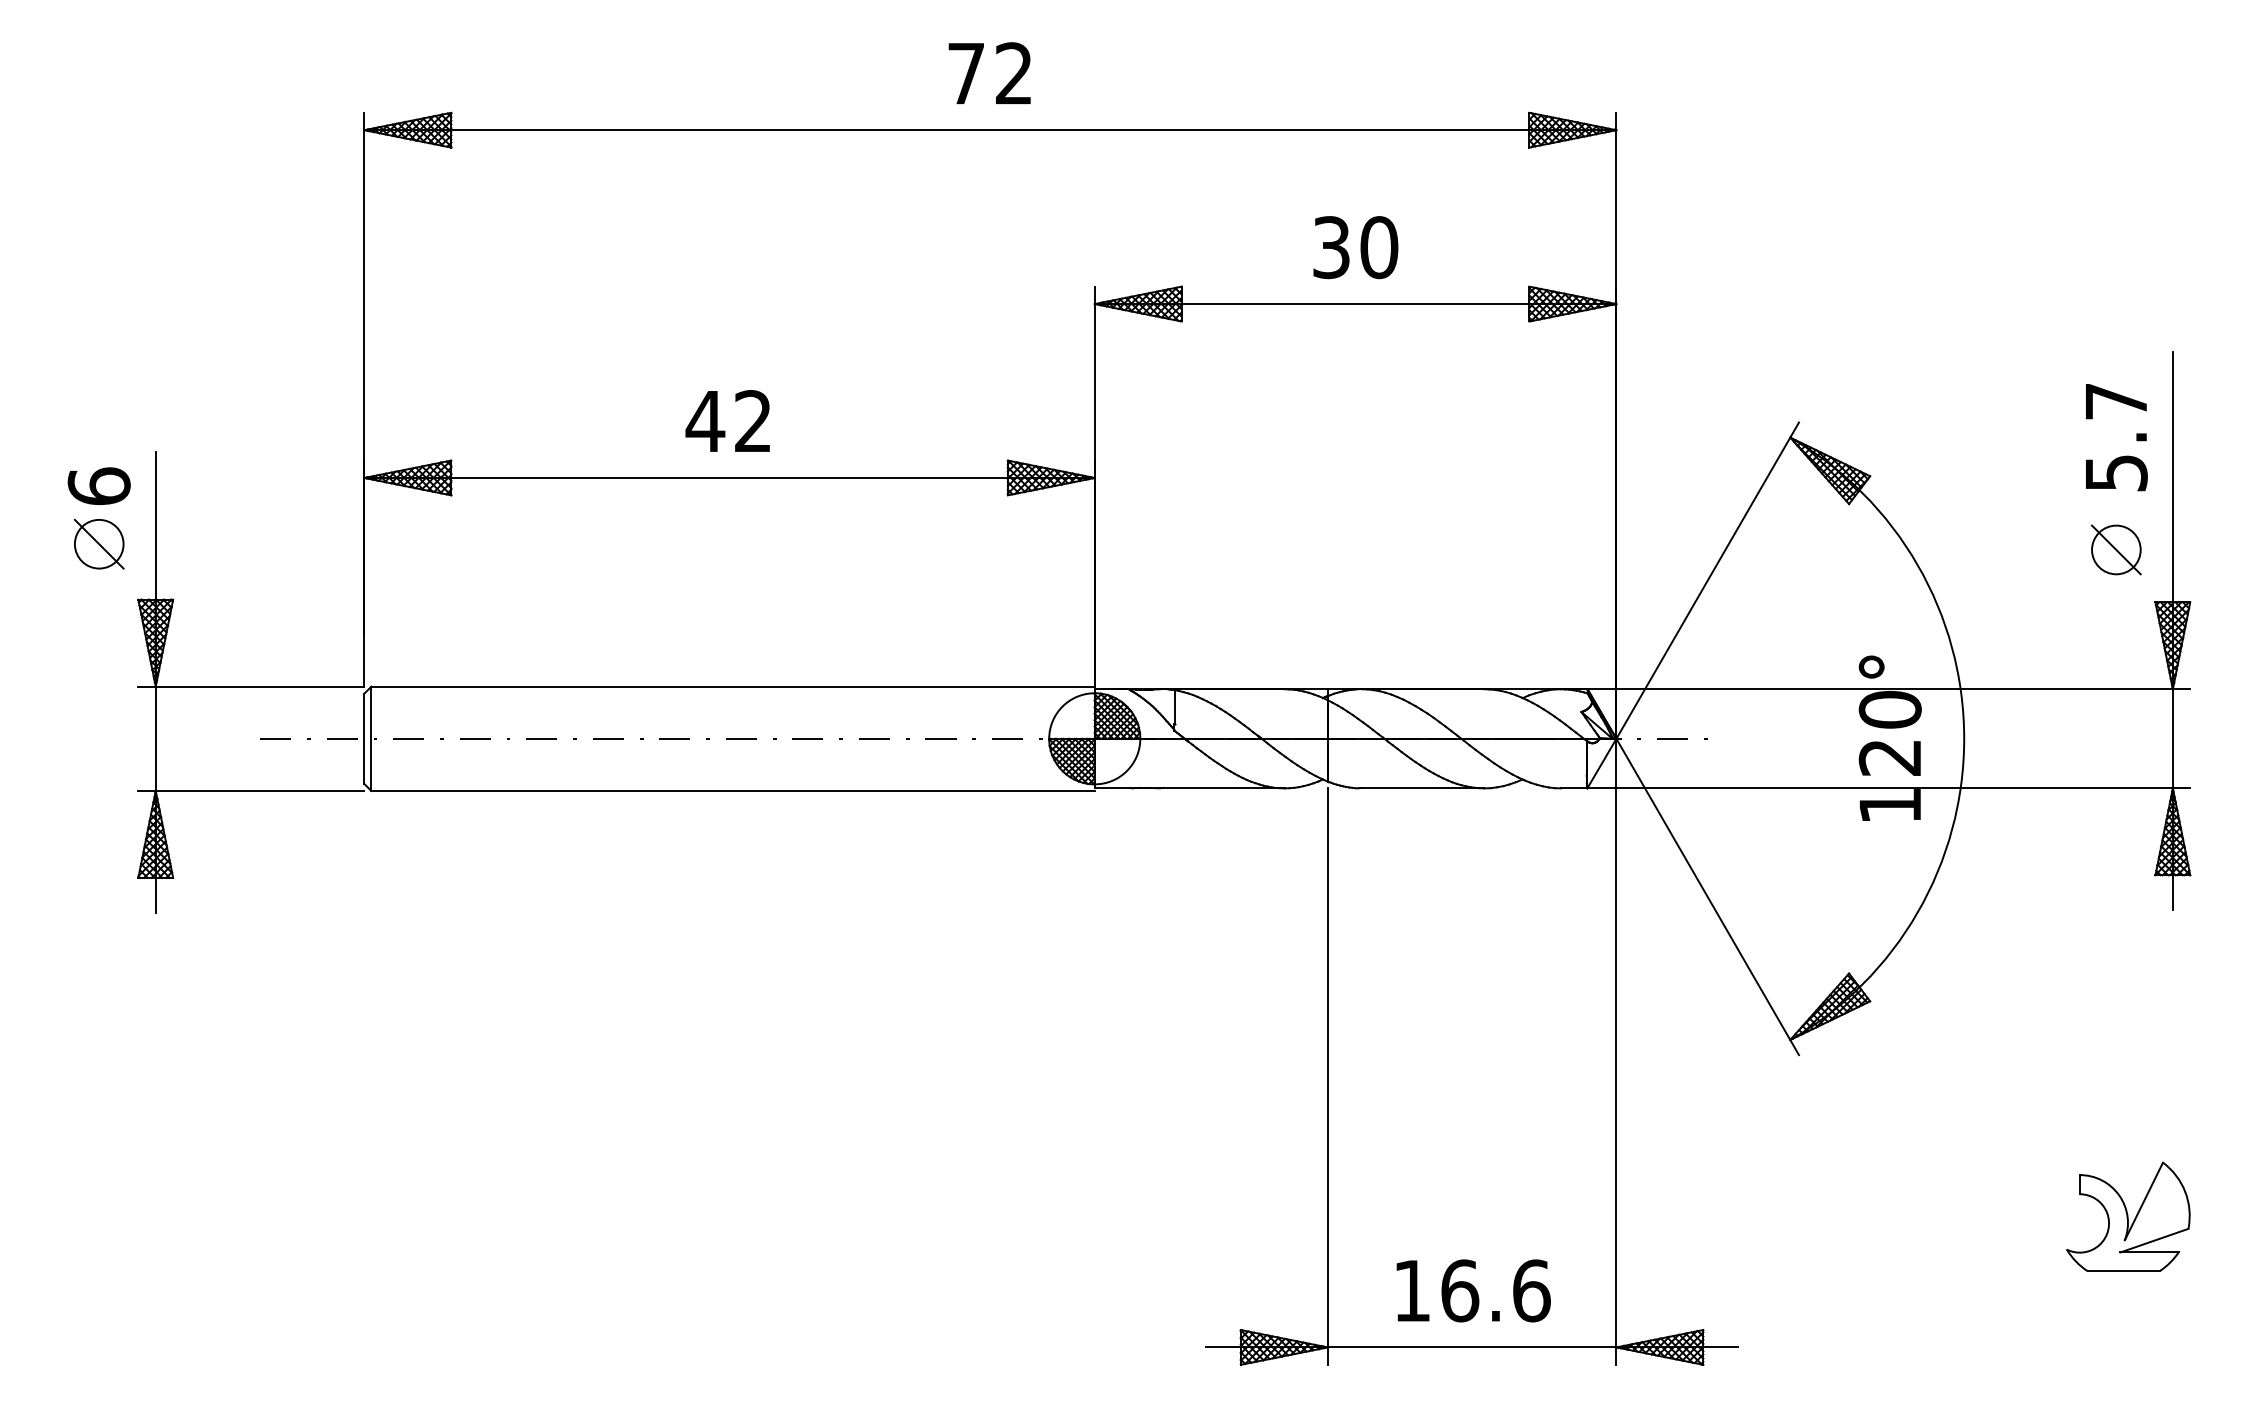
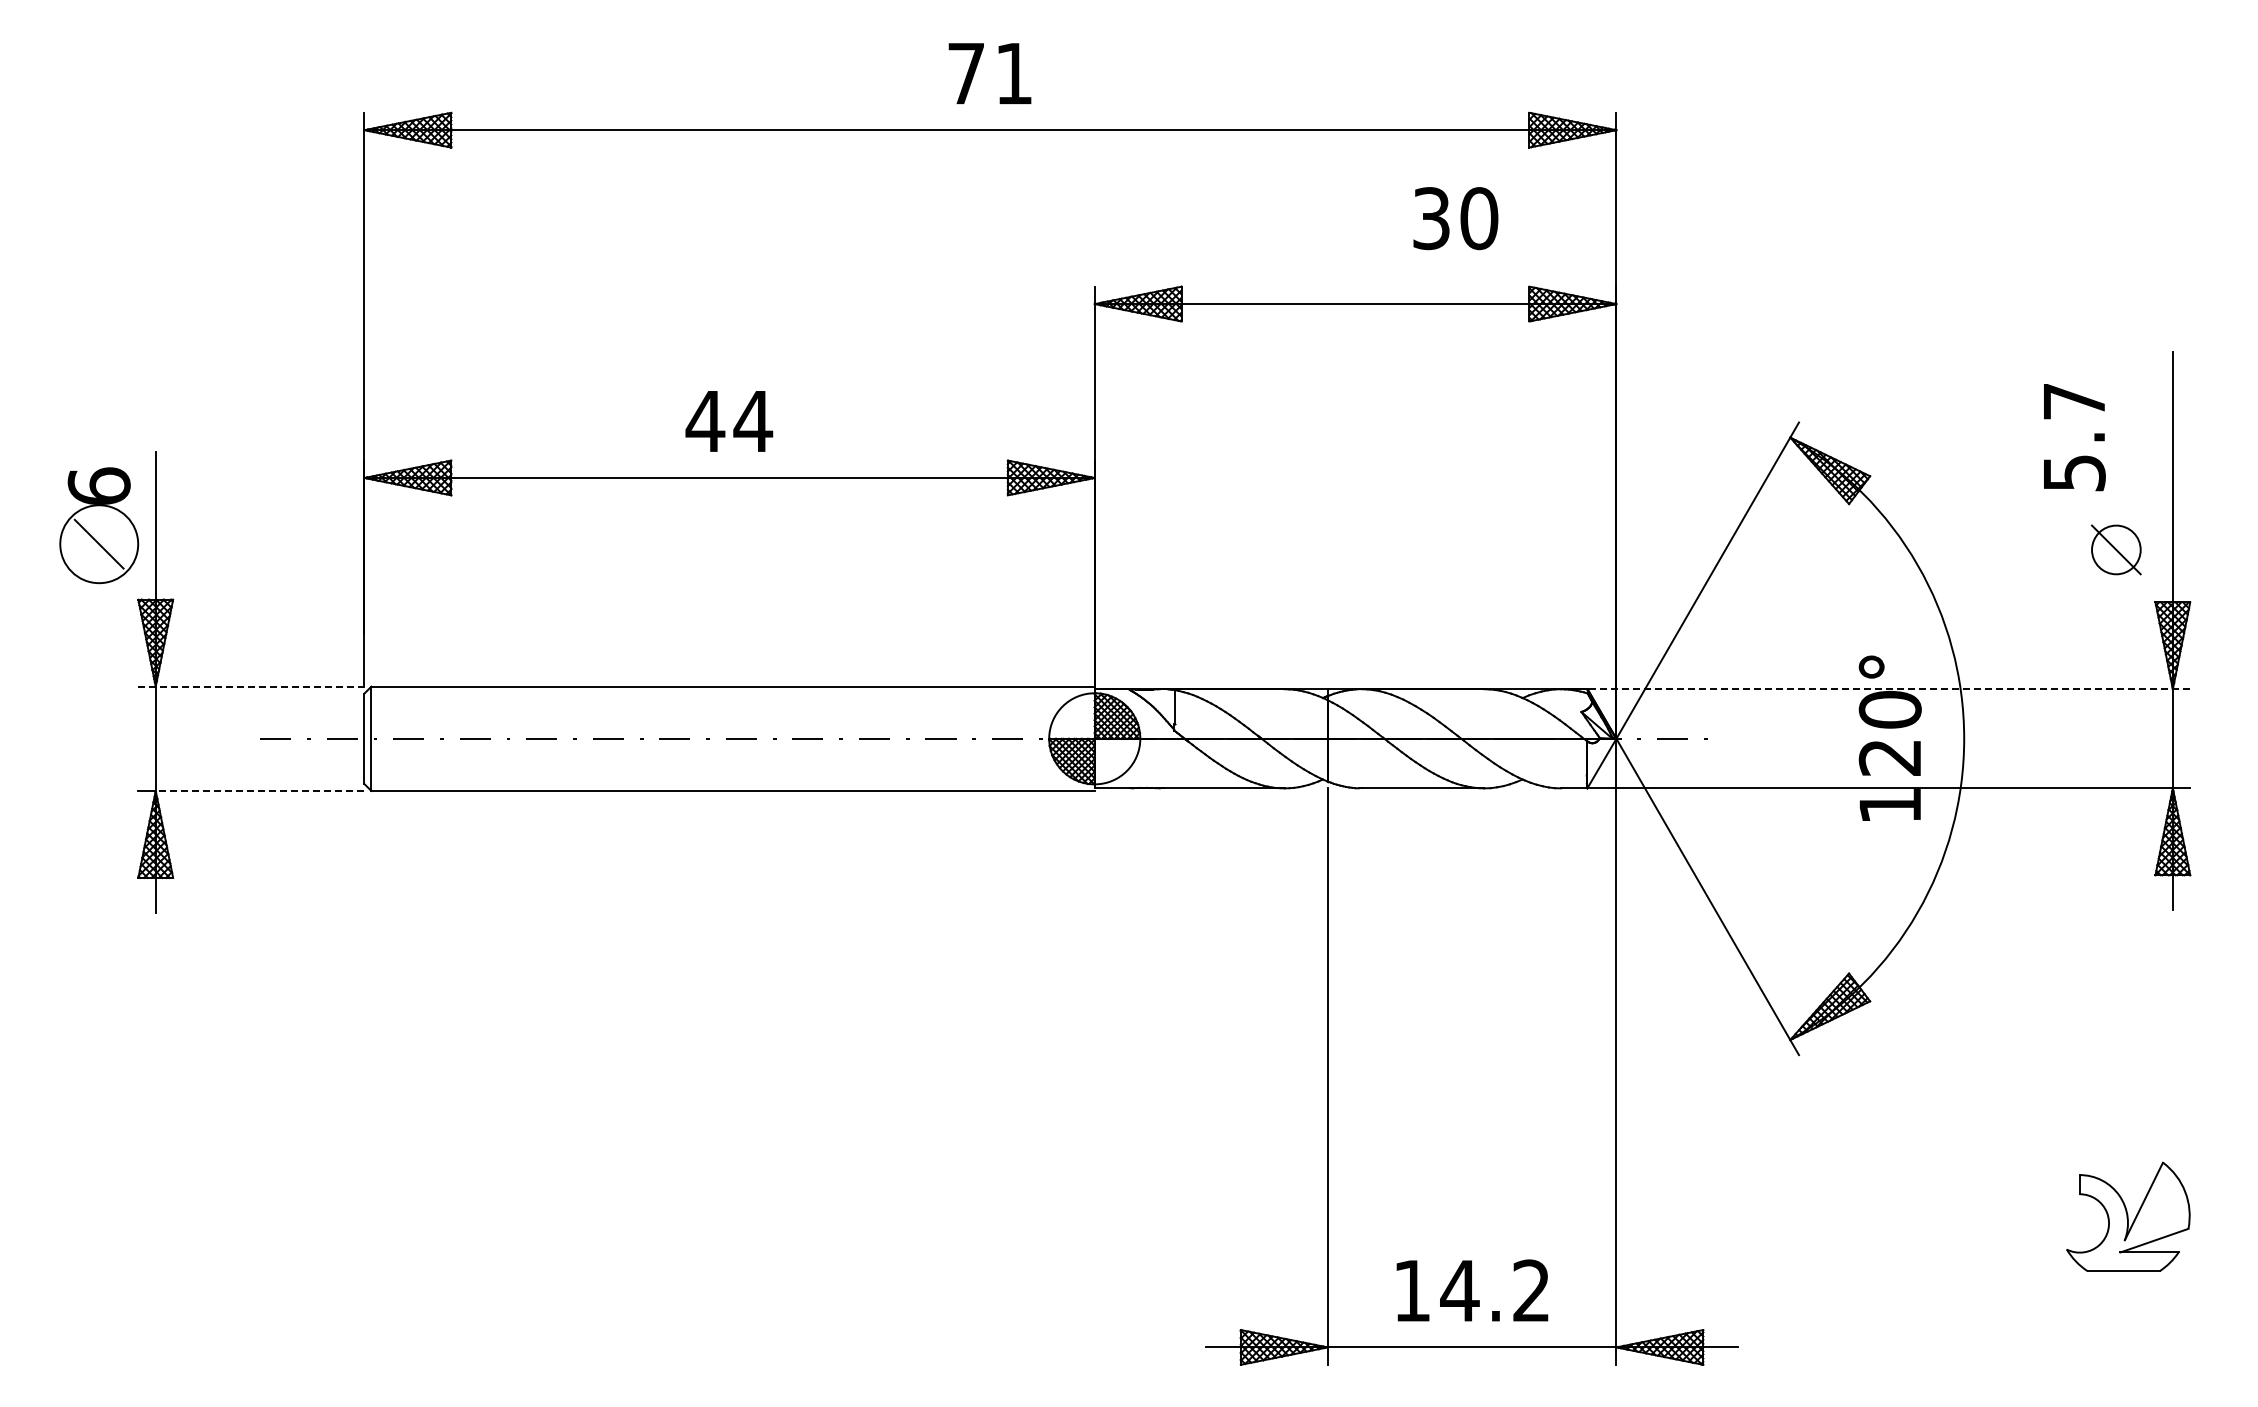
text at (1013, 73): 72 -> 71
text at (1355, 247) position: (1355, 247) -> (1455, 218)
text at (753, 420): 42 -> 44
text at (2116, 437) position: (2116, 437) -> (2074, 437)
circle at (98, 543) diameter: 49 px -> 78 px
line at (251, 686): solid -> dashed
line at (1888, 689): solid -> dashed
line at (259, 790): solid -> dashed
text at (1495, 1290): 16.6 -> 14.2
